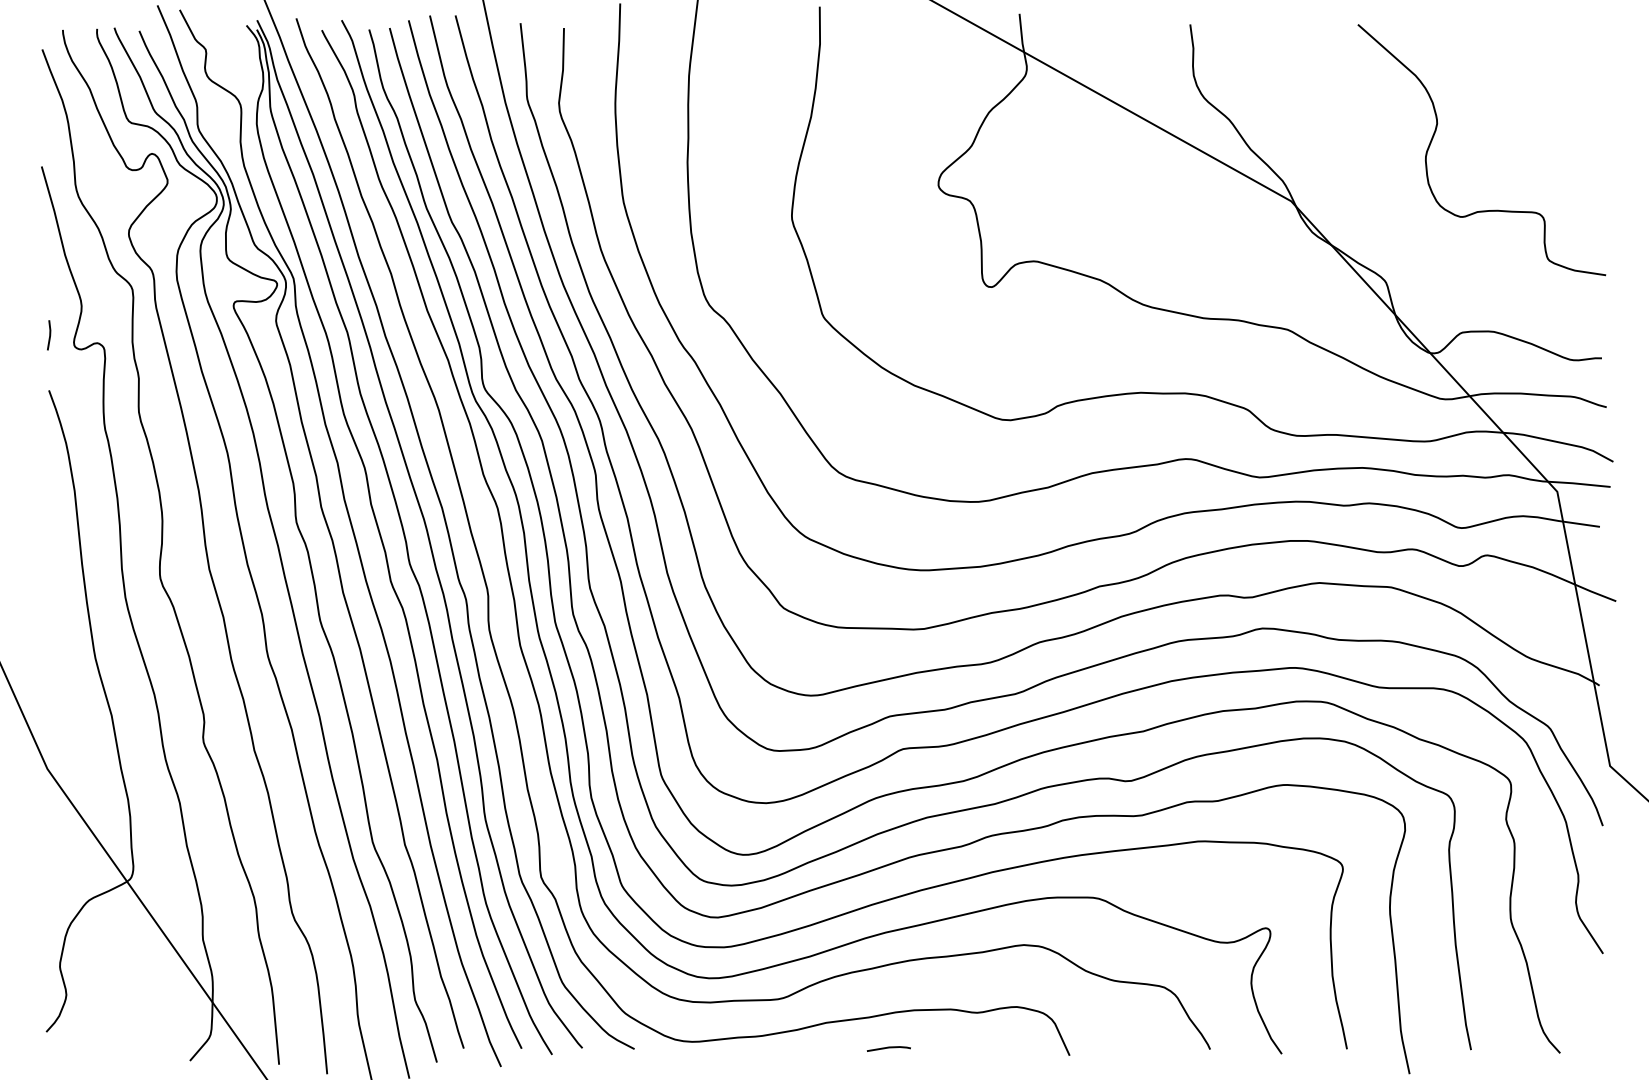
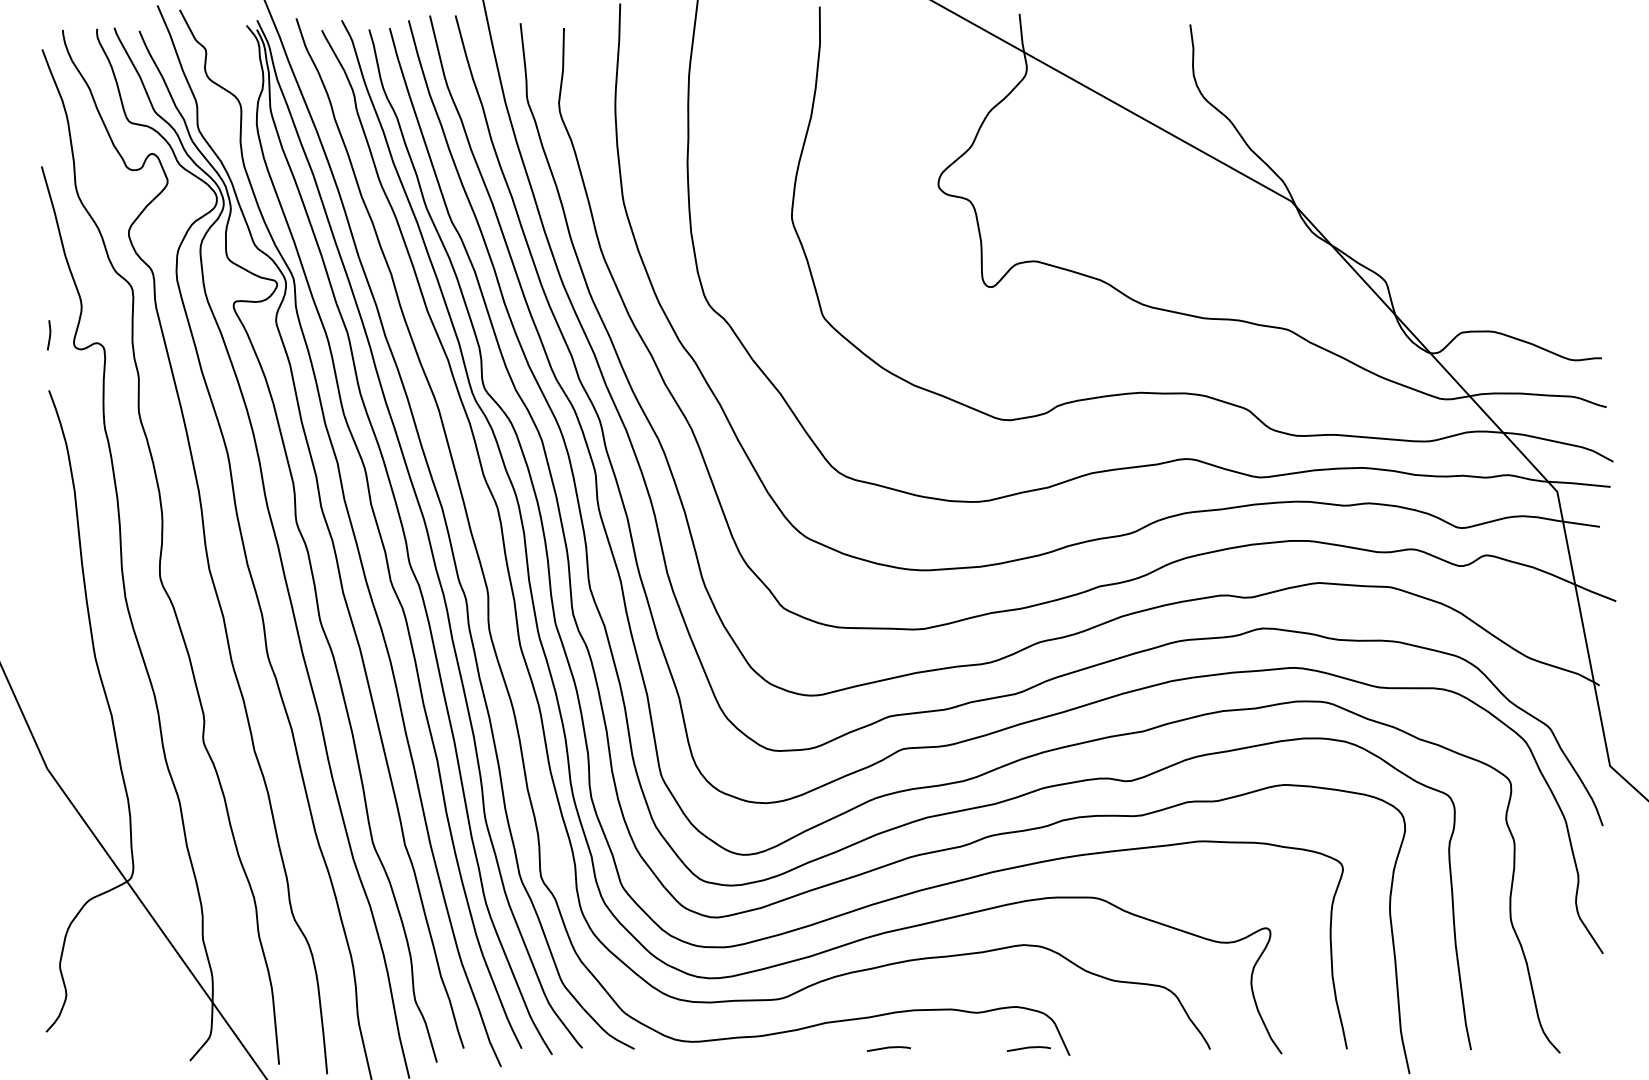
curve at (1436, 131): present -> none
line at (1028, 1048): none -> present
